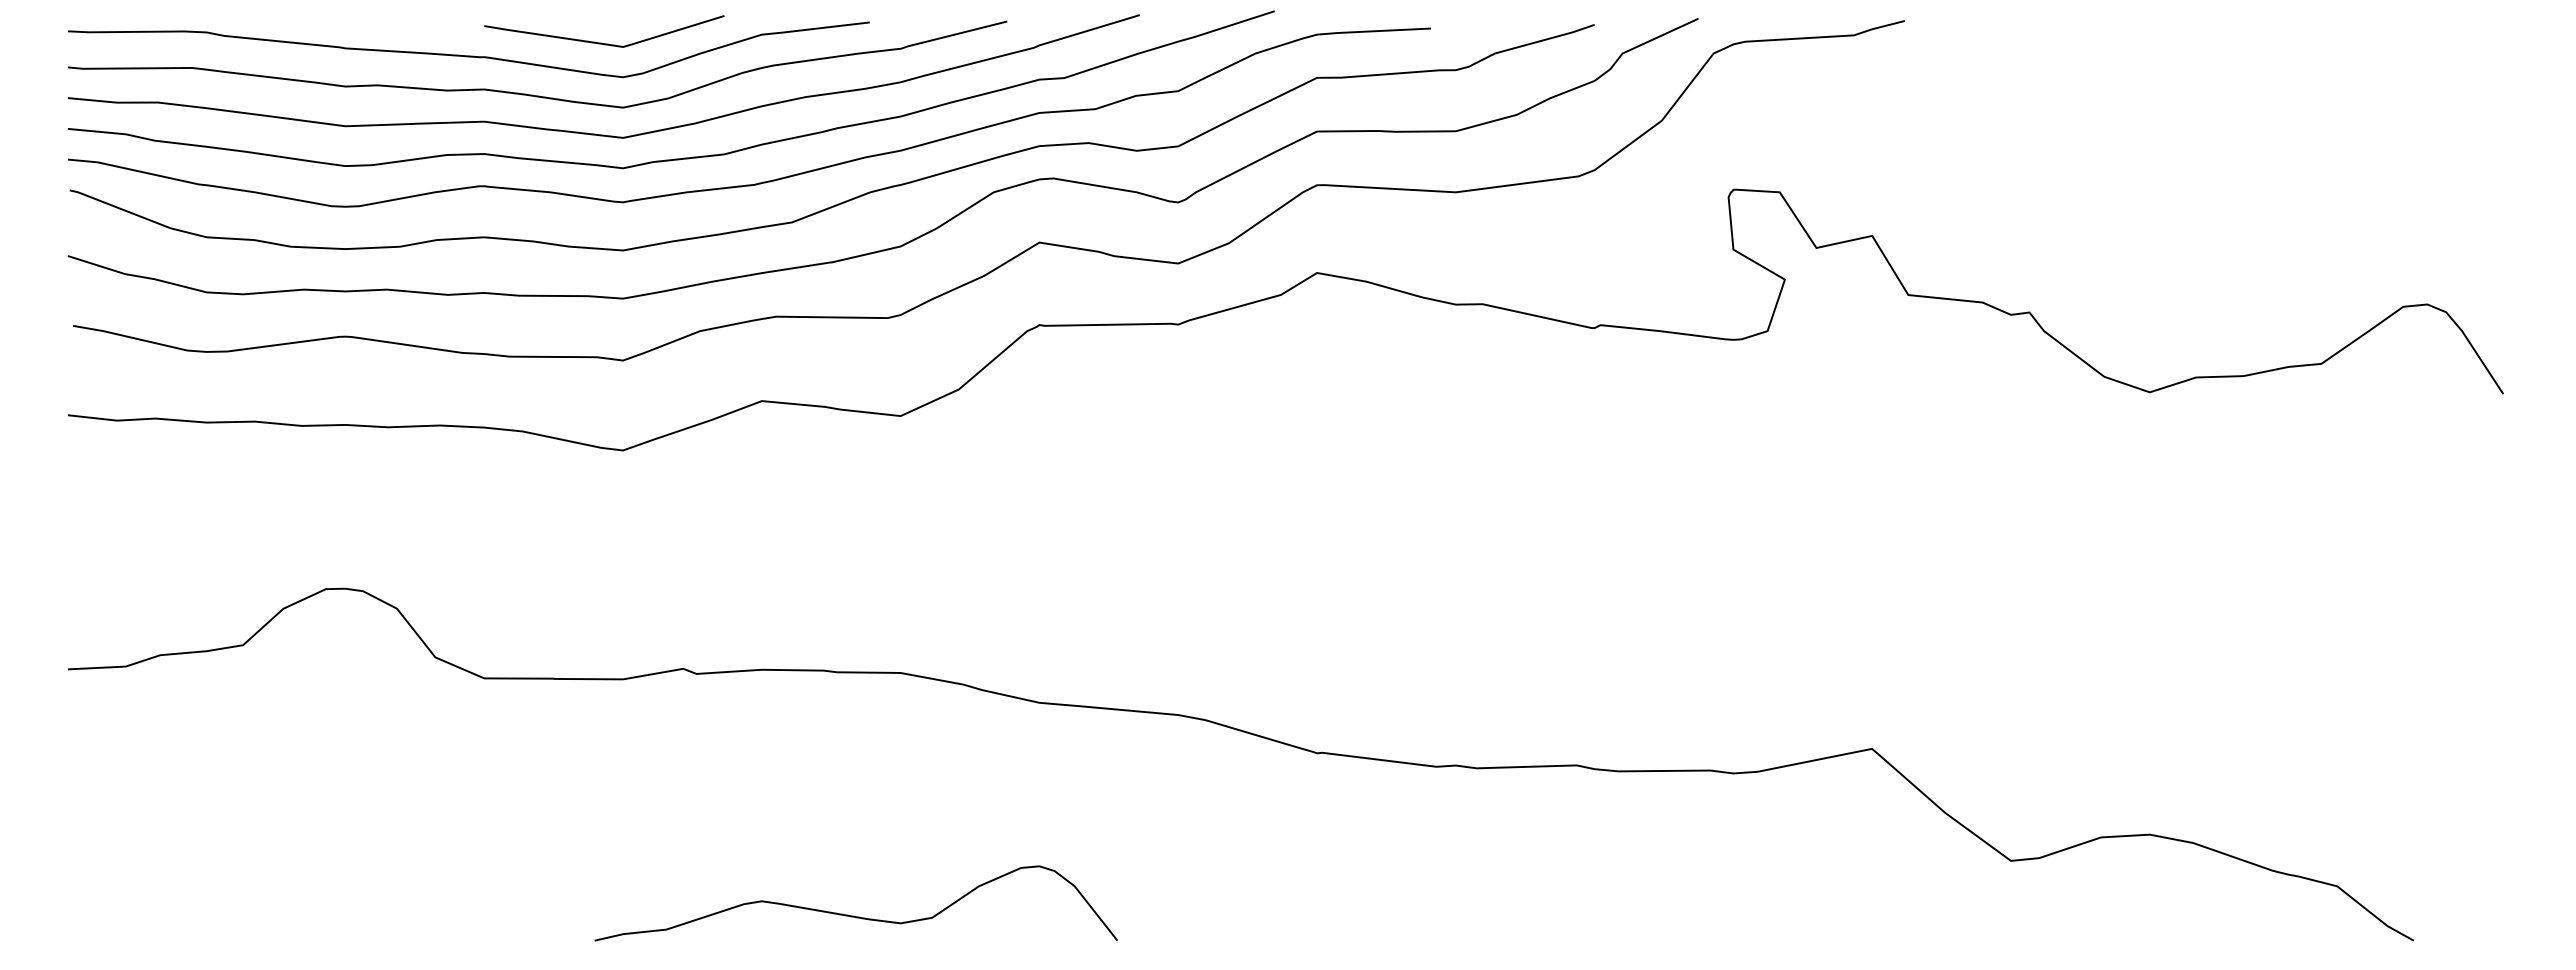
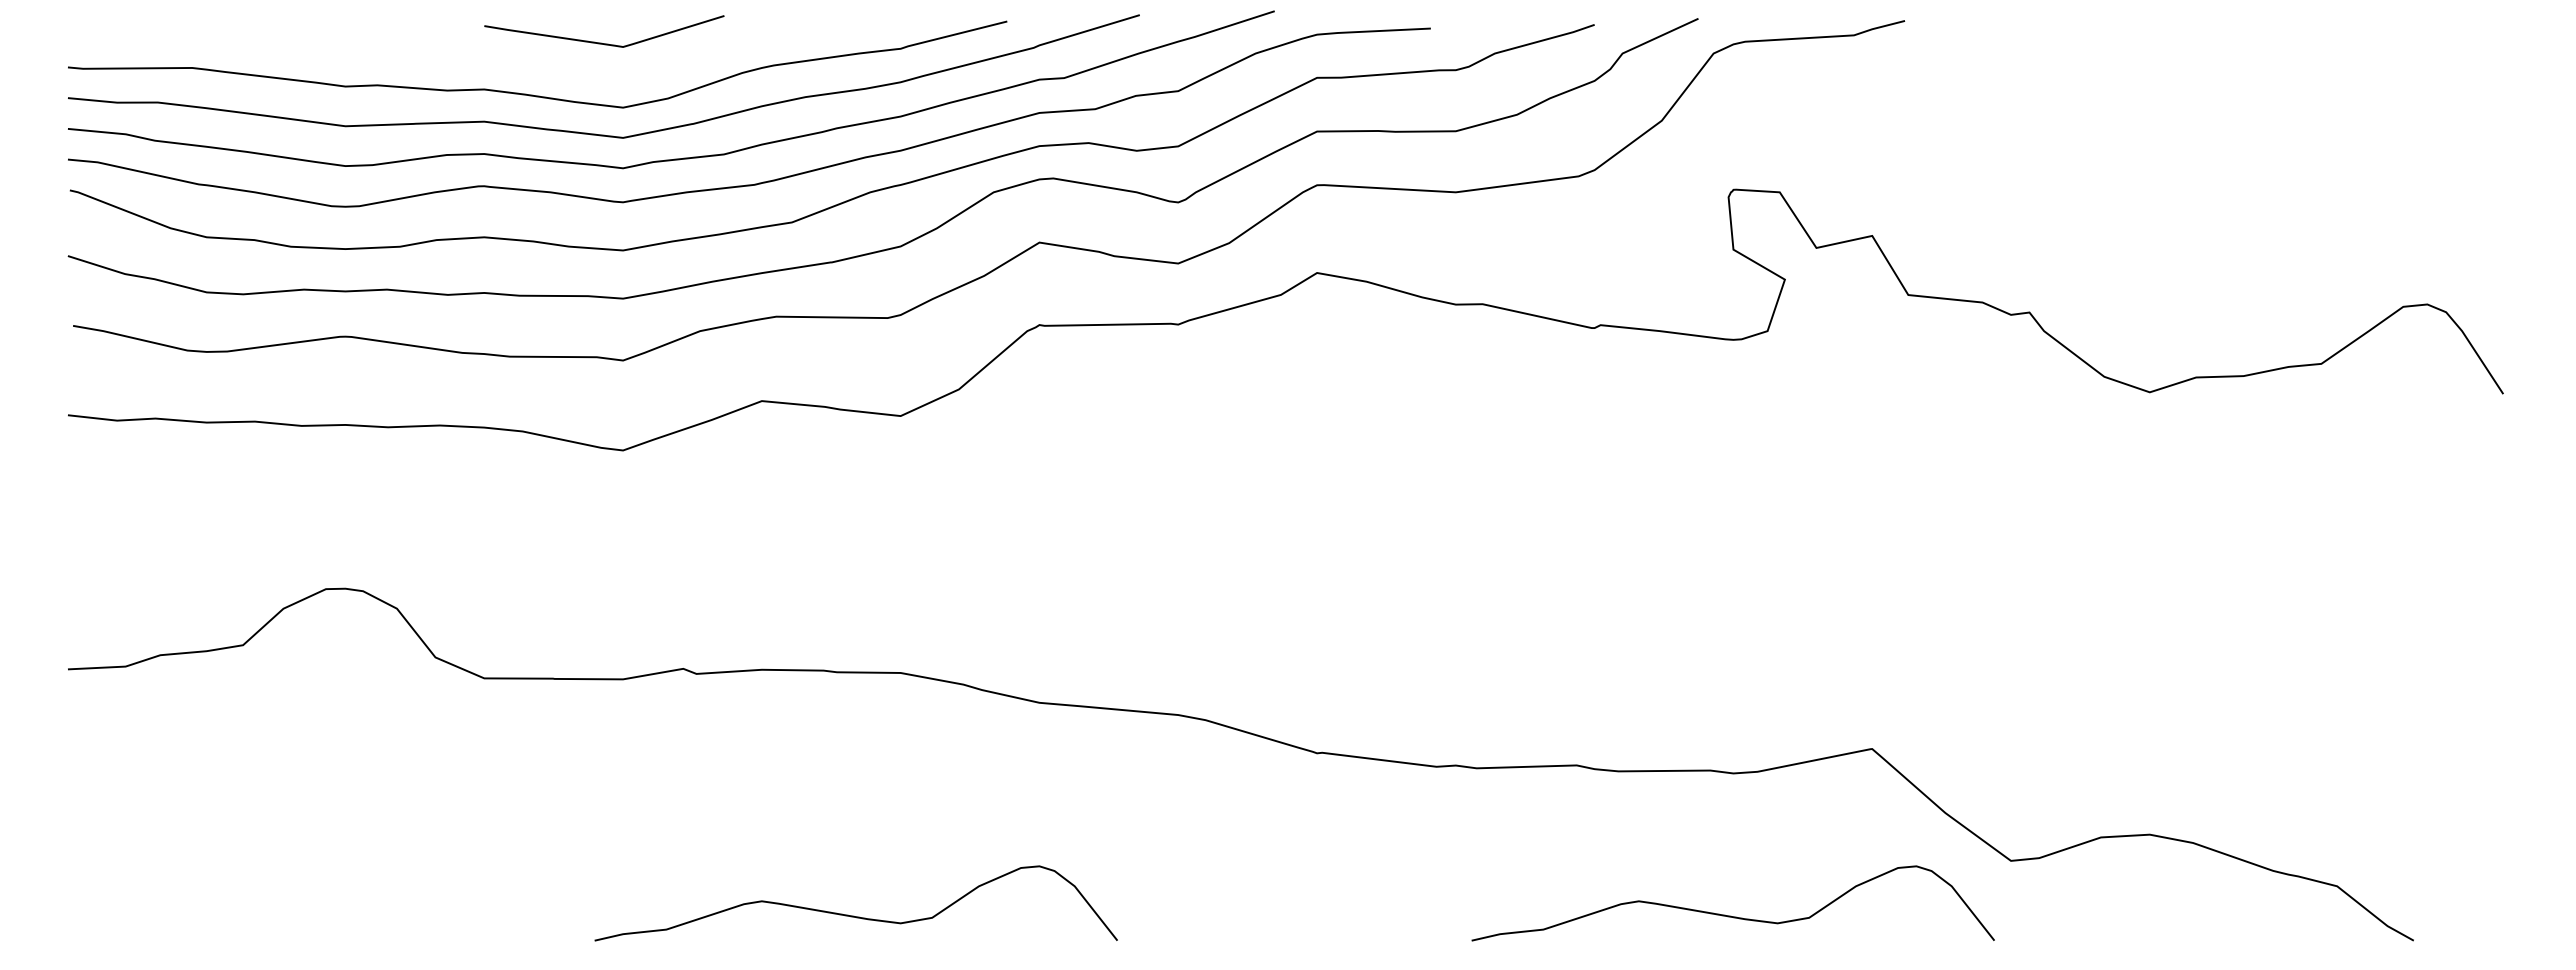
curve at (468, 55): present -> none
curve at (1730, 915): none -> present
